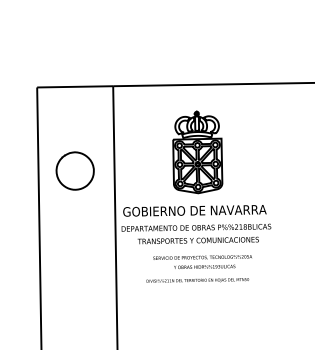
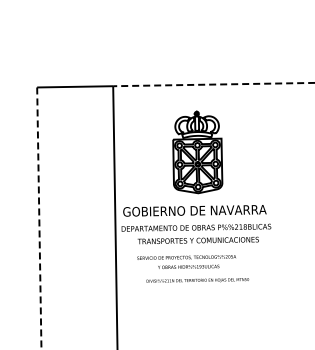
line at (213, 84): solid -> dashed
part at (74, 170): present -> none
line at (39, 218): solid -> dashed
text at (202, 261) position: (202, 261) -> (186, 261)
